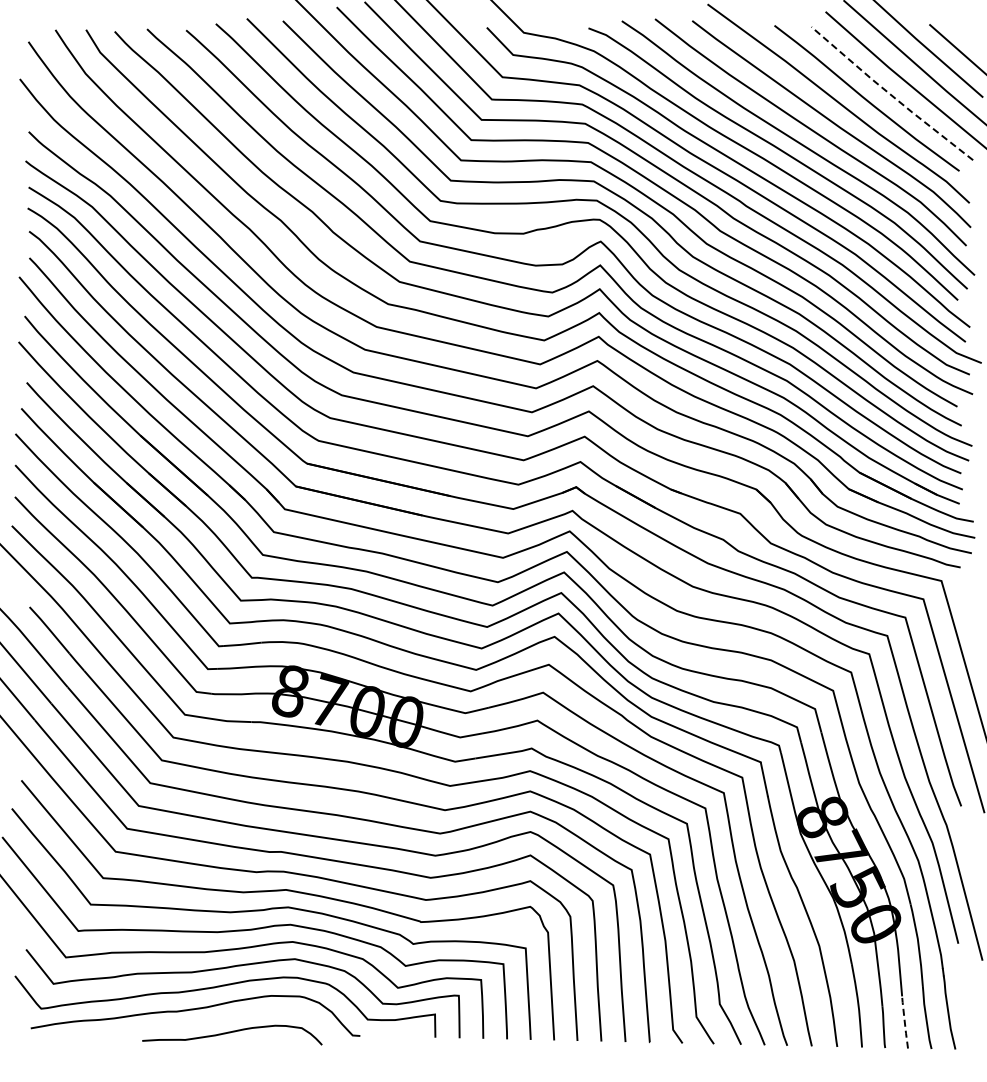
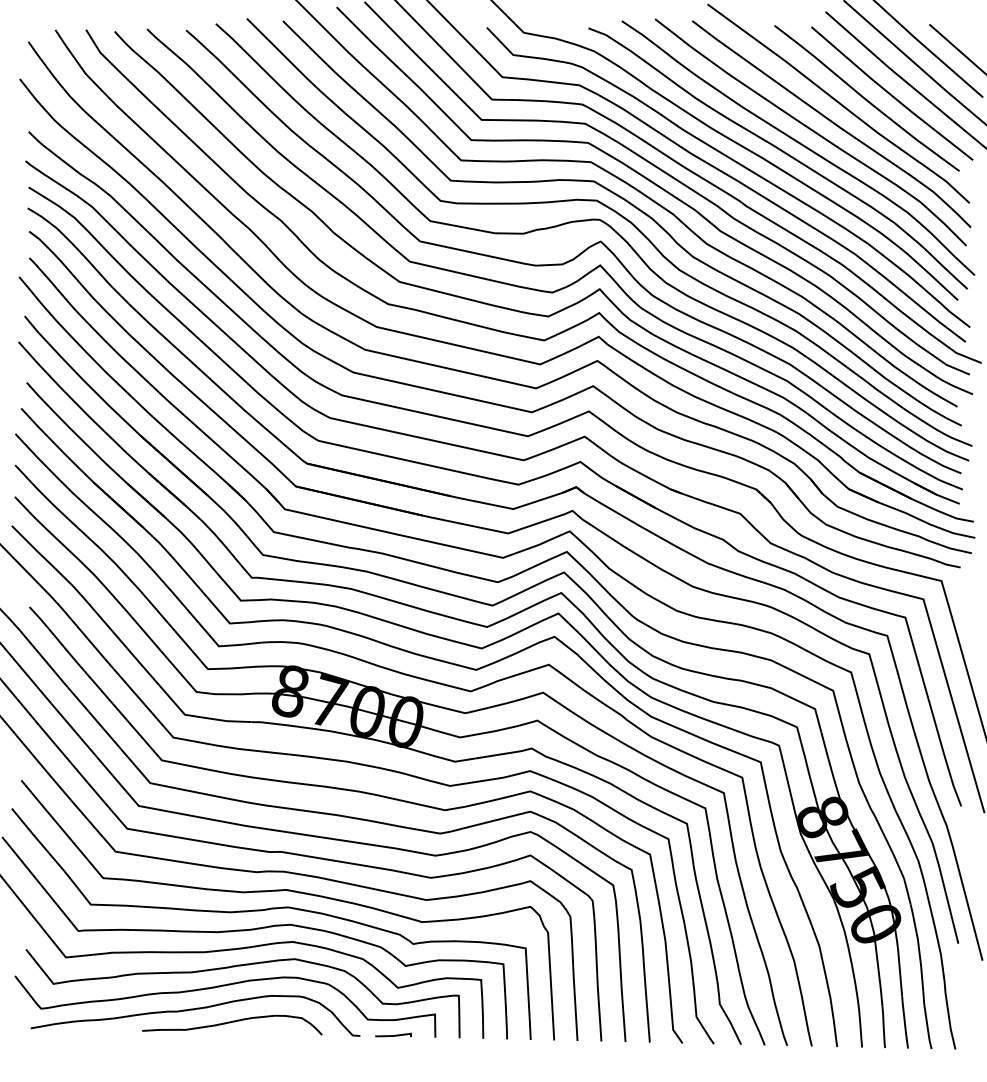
line at (891, 94): dashed -> solid
line at (904, 1022): dashed -> solid
curve at (232, 1032) position: (232, 1032) -> (232, 1022)
line at (393, 1035): none -> present
